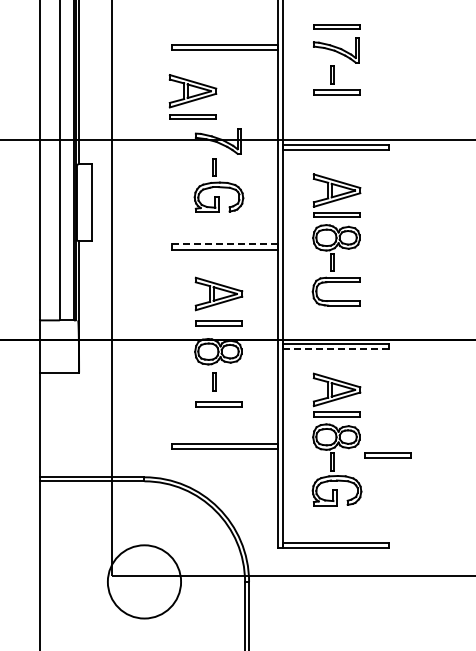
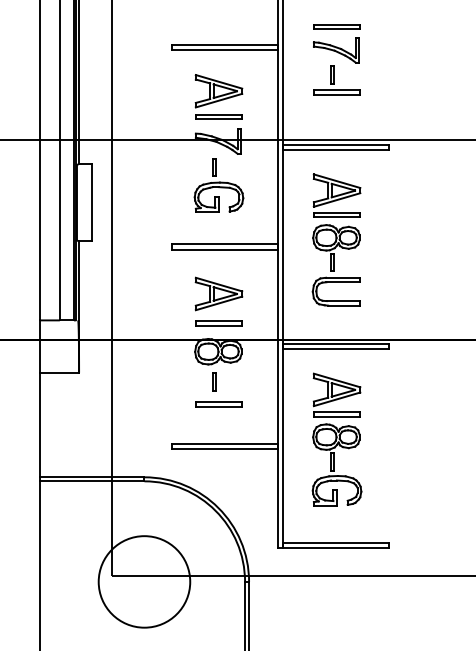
part at (192, 96) position: (192, 96) -> (218, 96)
line at (224, 244): dashed -> solid
line at (336, 349): dashed -> solid
part at (387, 455): present -> none
circle at (144, 581) diameter: 73 px -> 92 px
